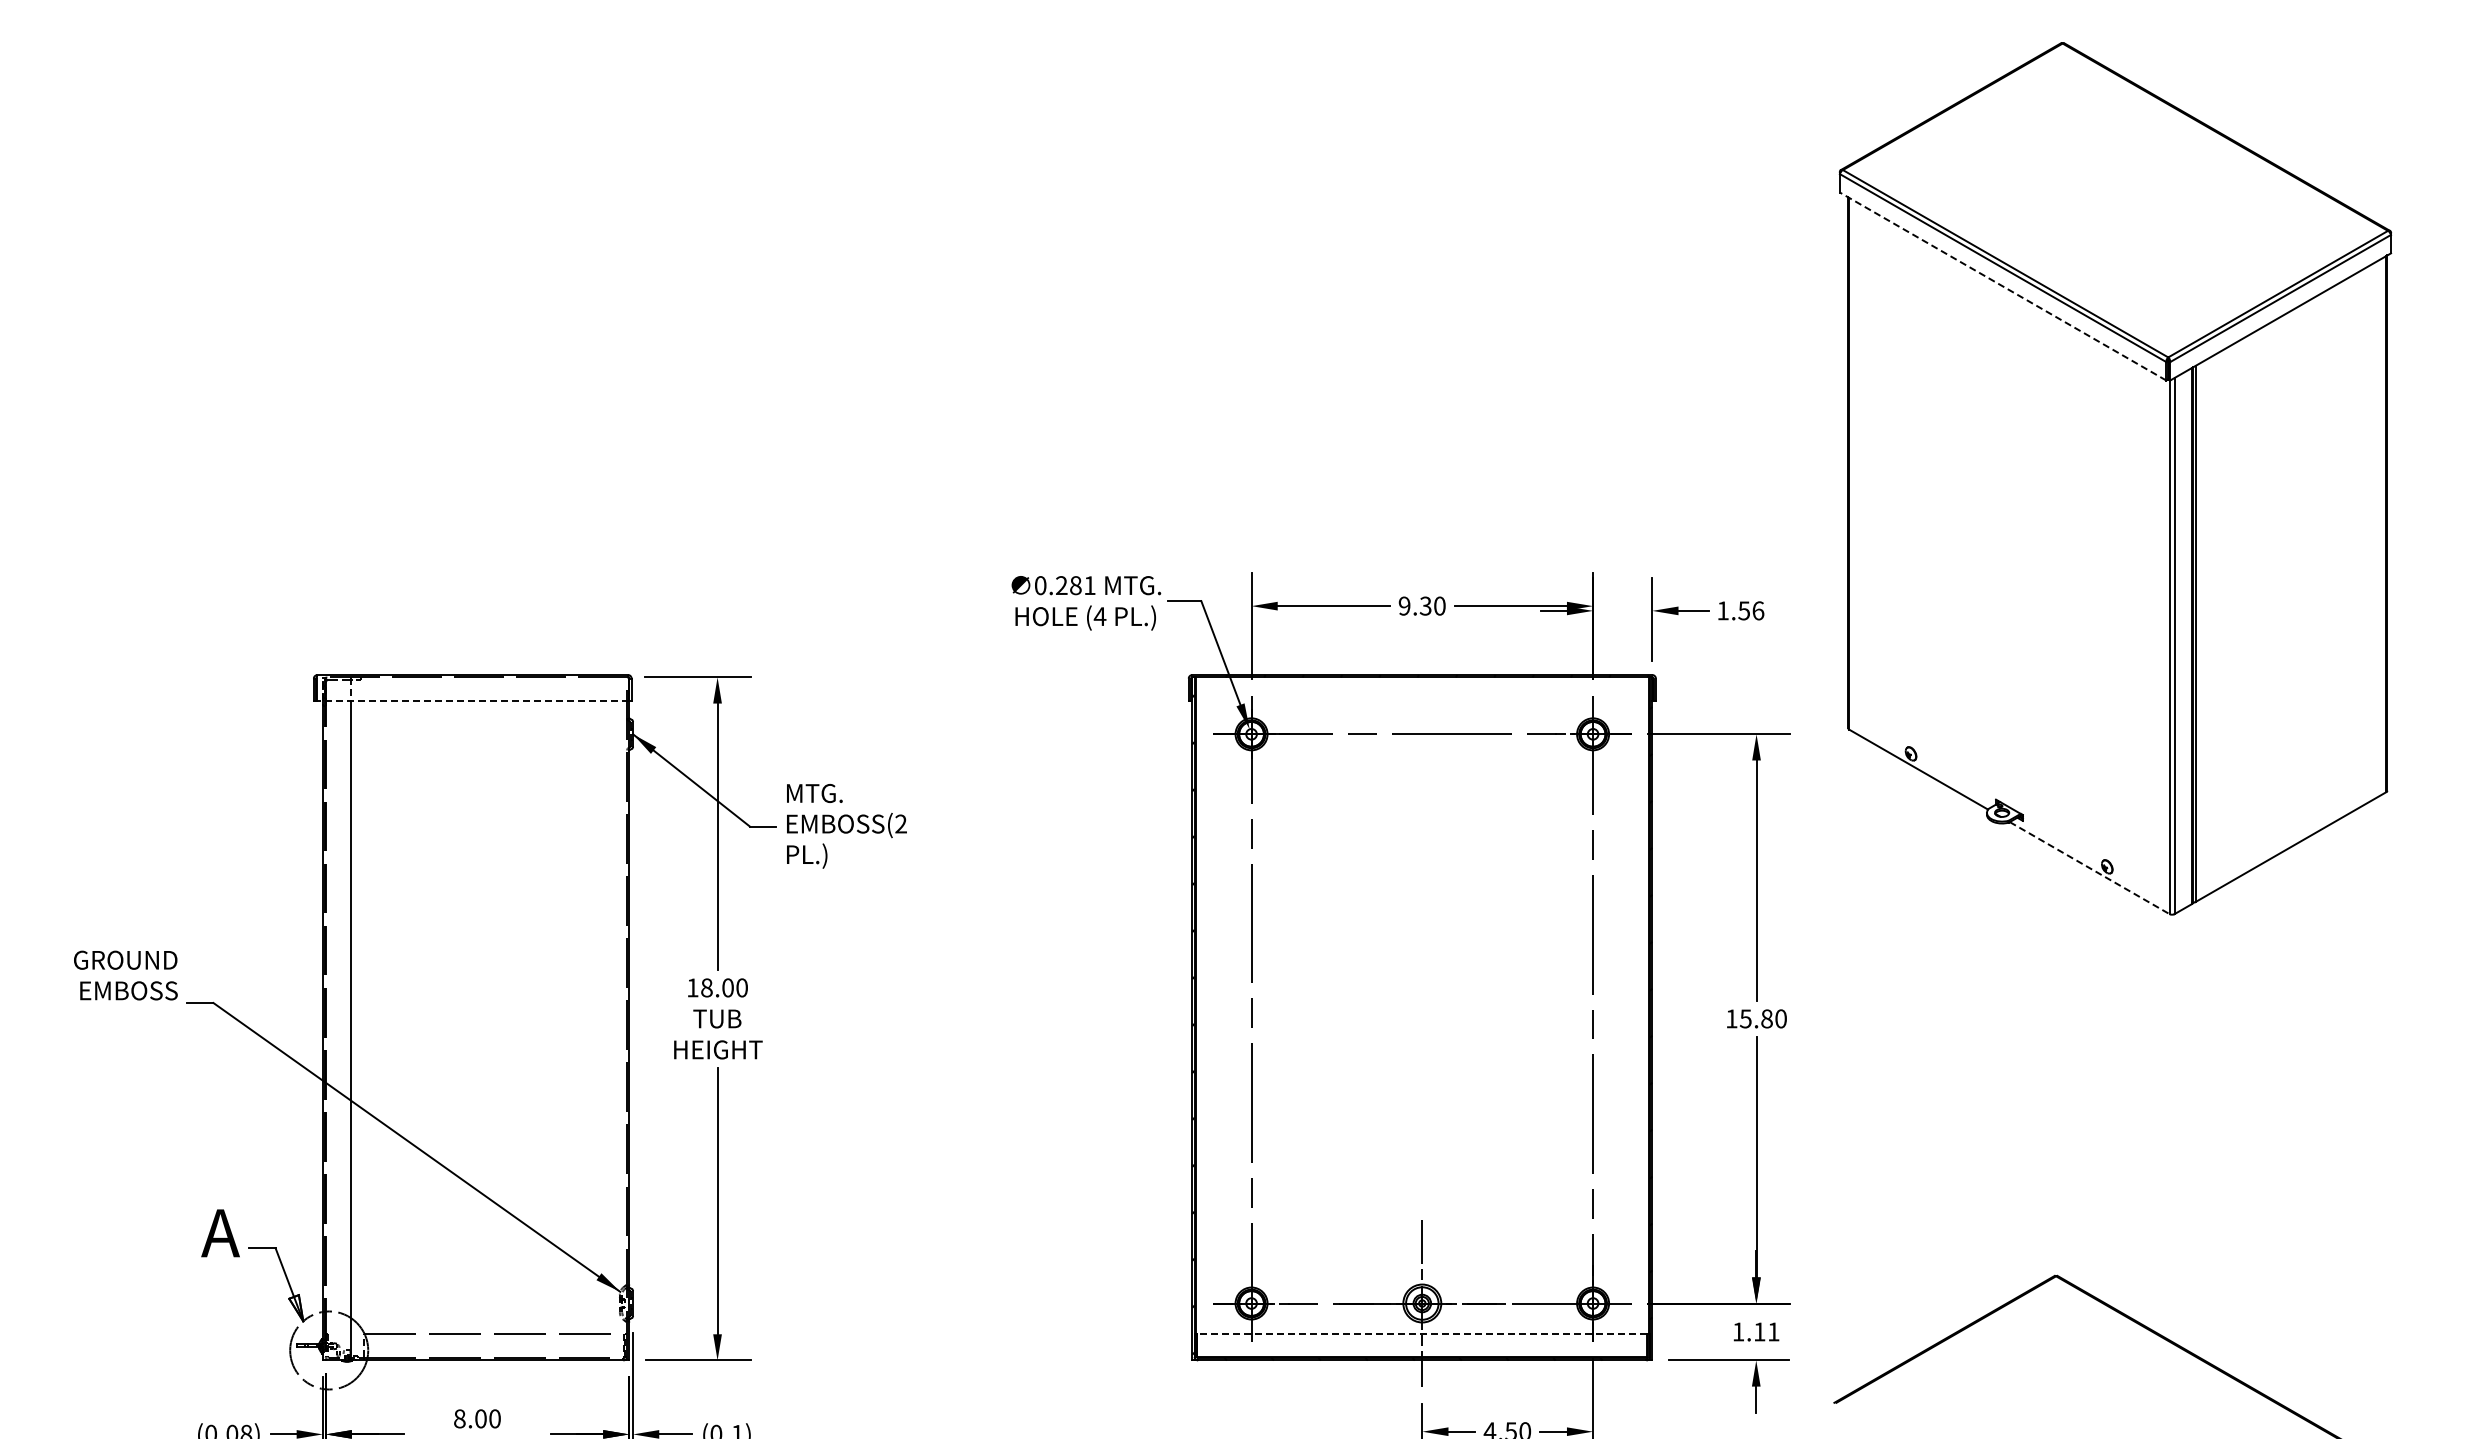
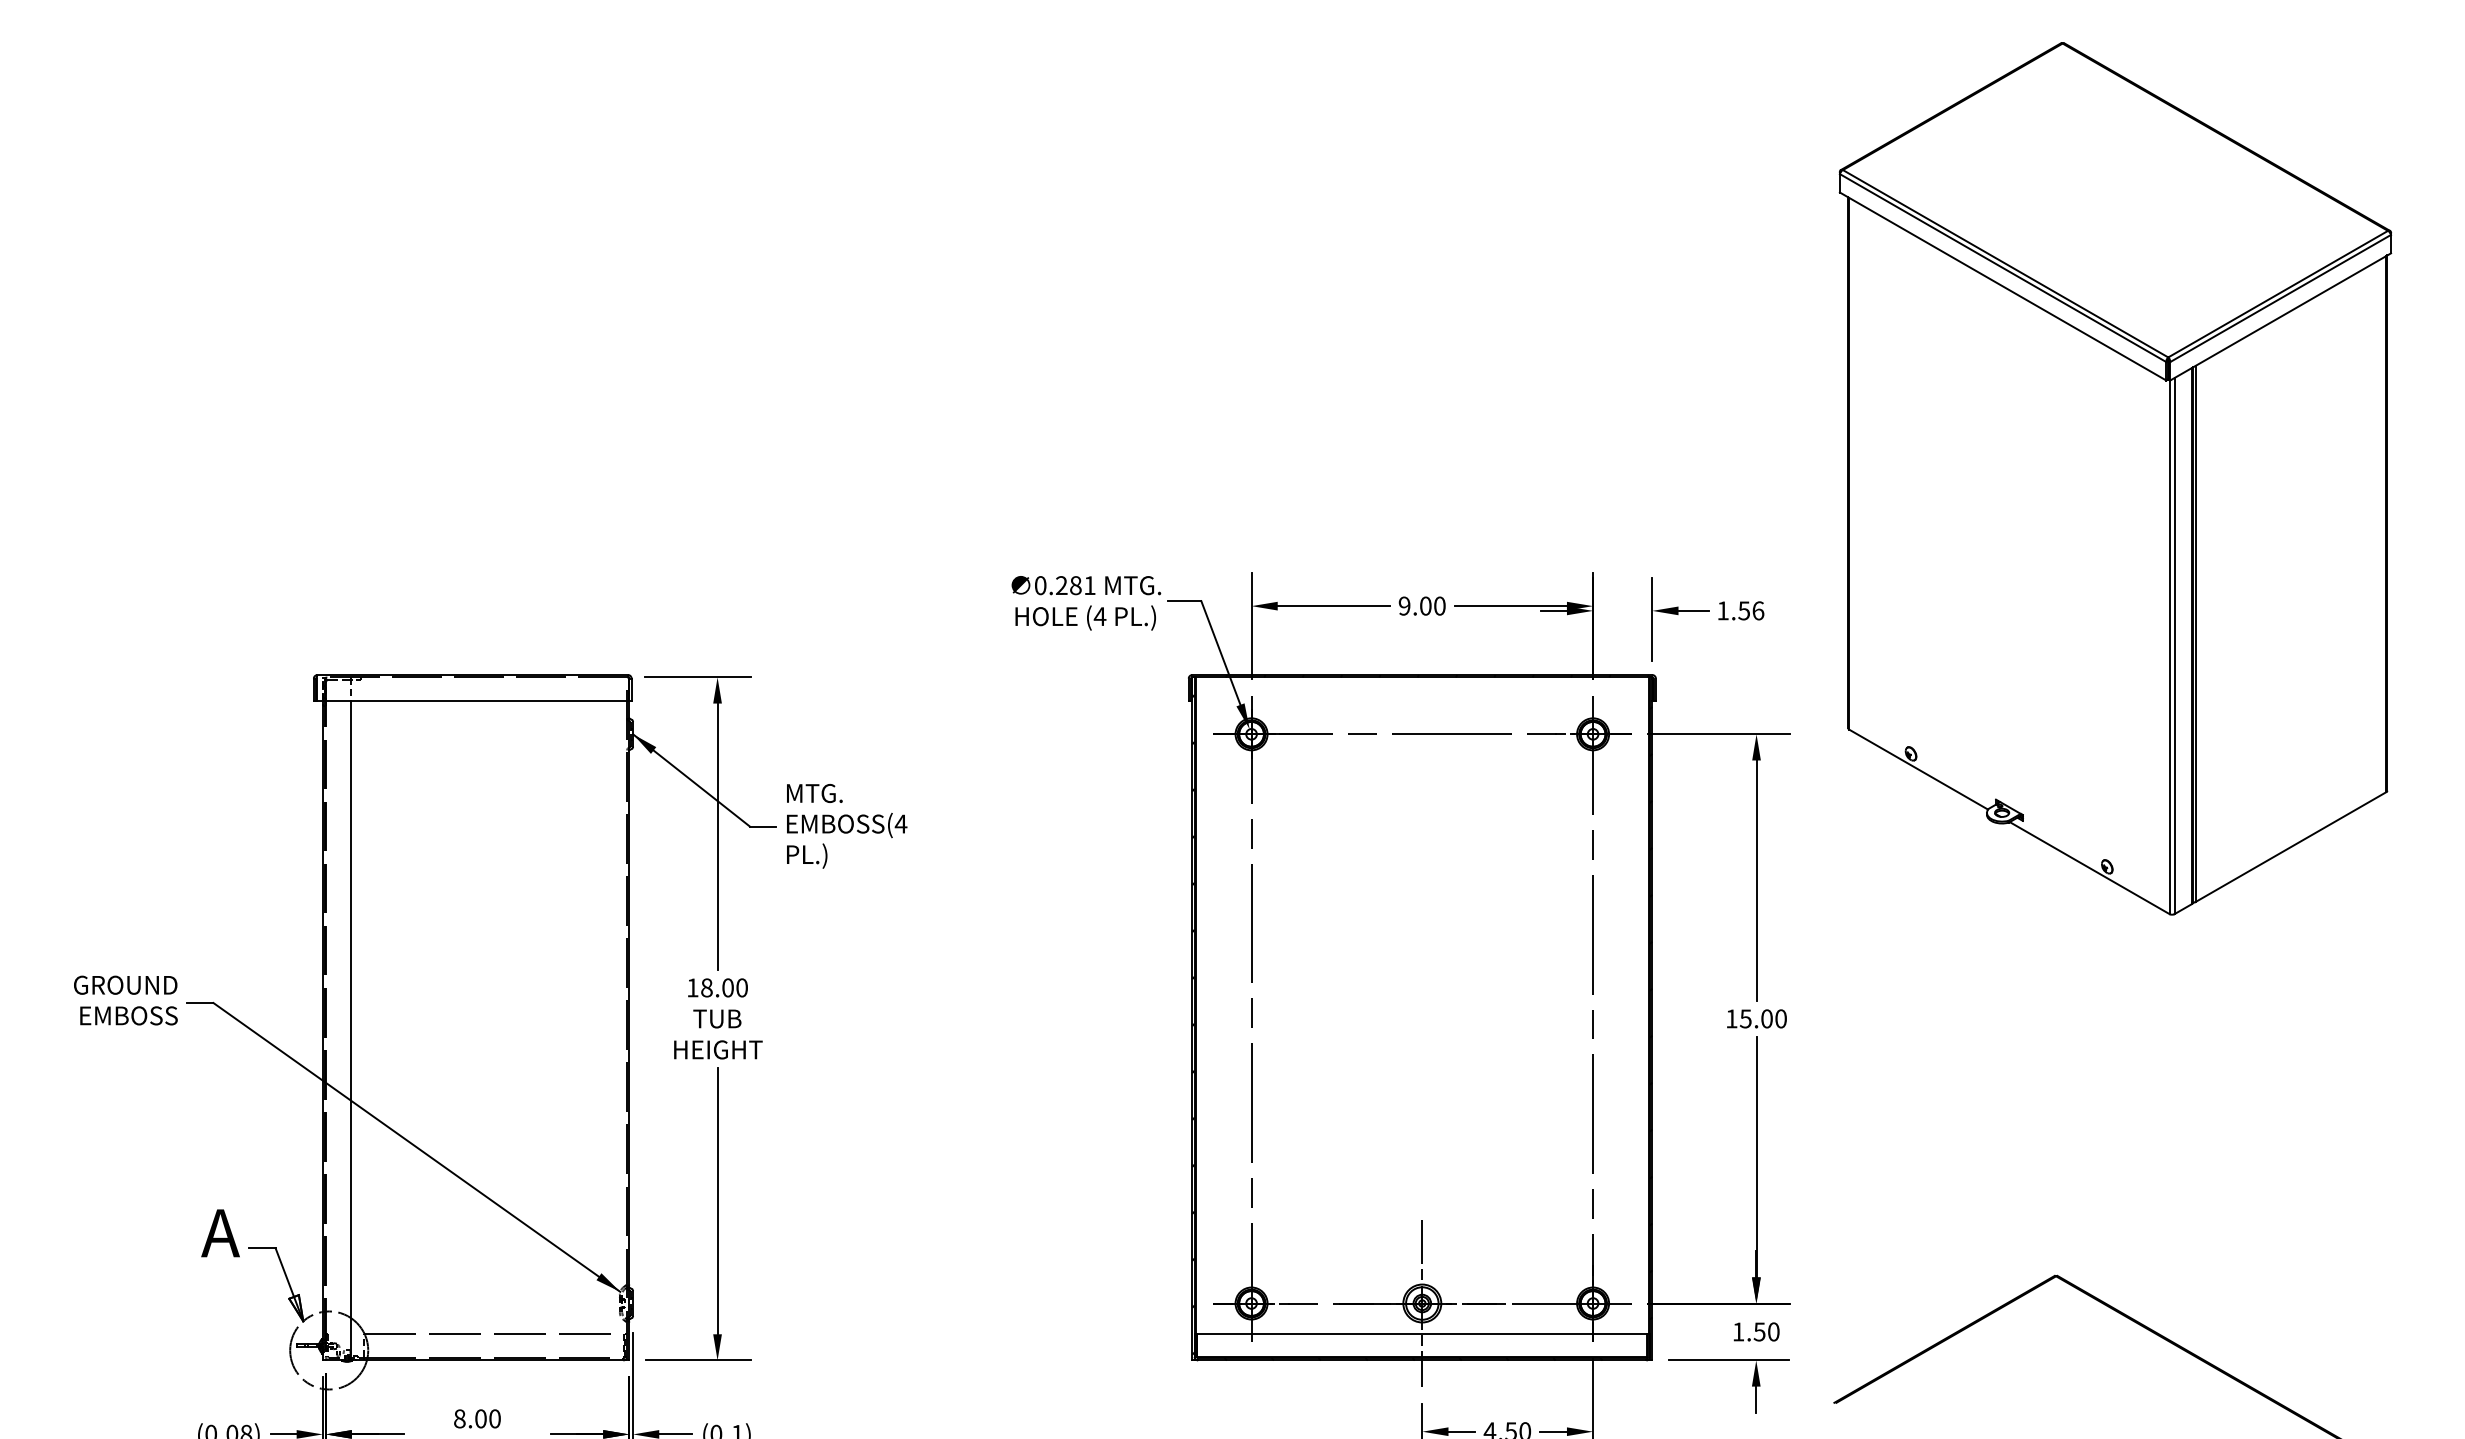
line at (2002, 286): dashed -> solid
text at (1425, 605): 9.30 -> 9.00
line at (472, 701): dashed -> solid
text at (900, 823): (2 -> (4
line at (2090, 868): dashed -> solid
text at (125, 975) position: (125, 975) -> (125, 1000)
text at (1766, 1019): 15.80 -> 15.00
text at (1766, 1331): 1.11 -> 1.50
line at (1422, 1334): dashed -> solid
